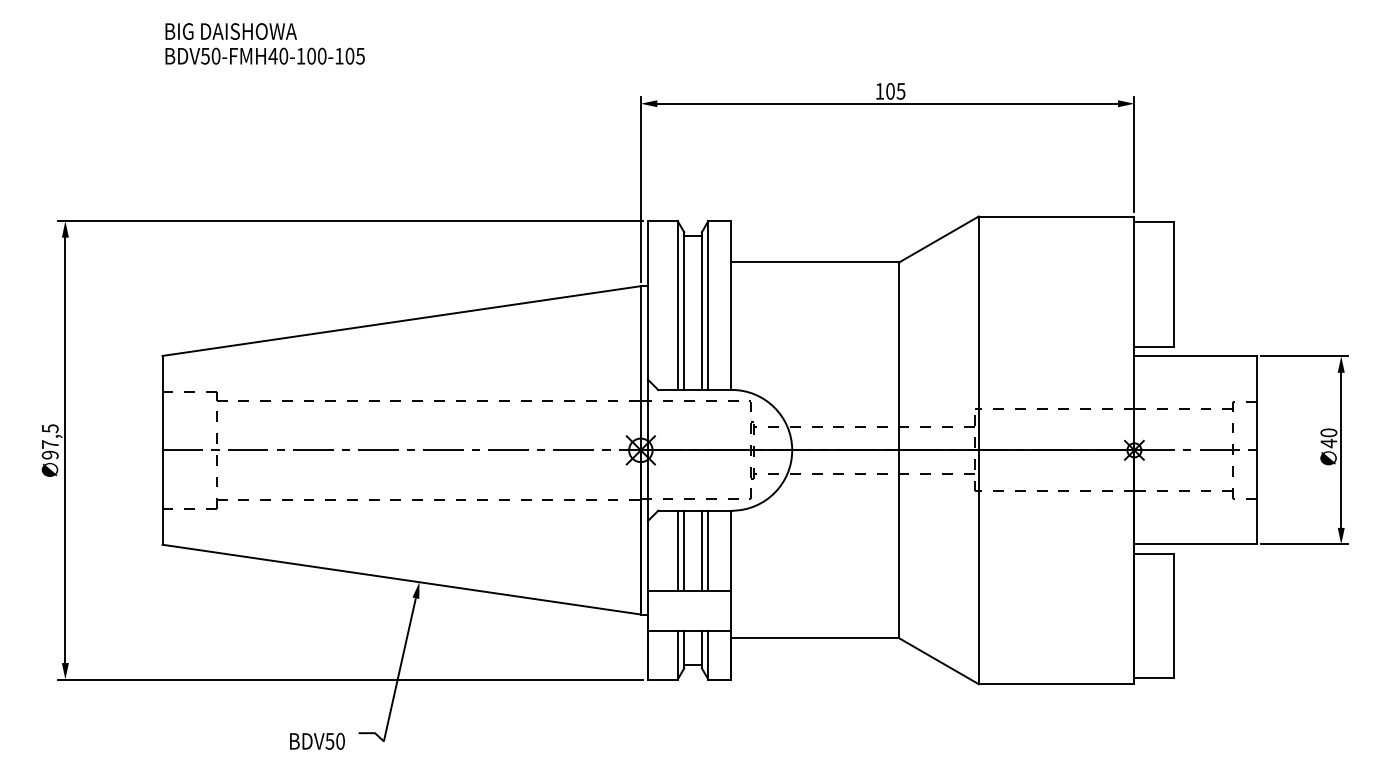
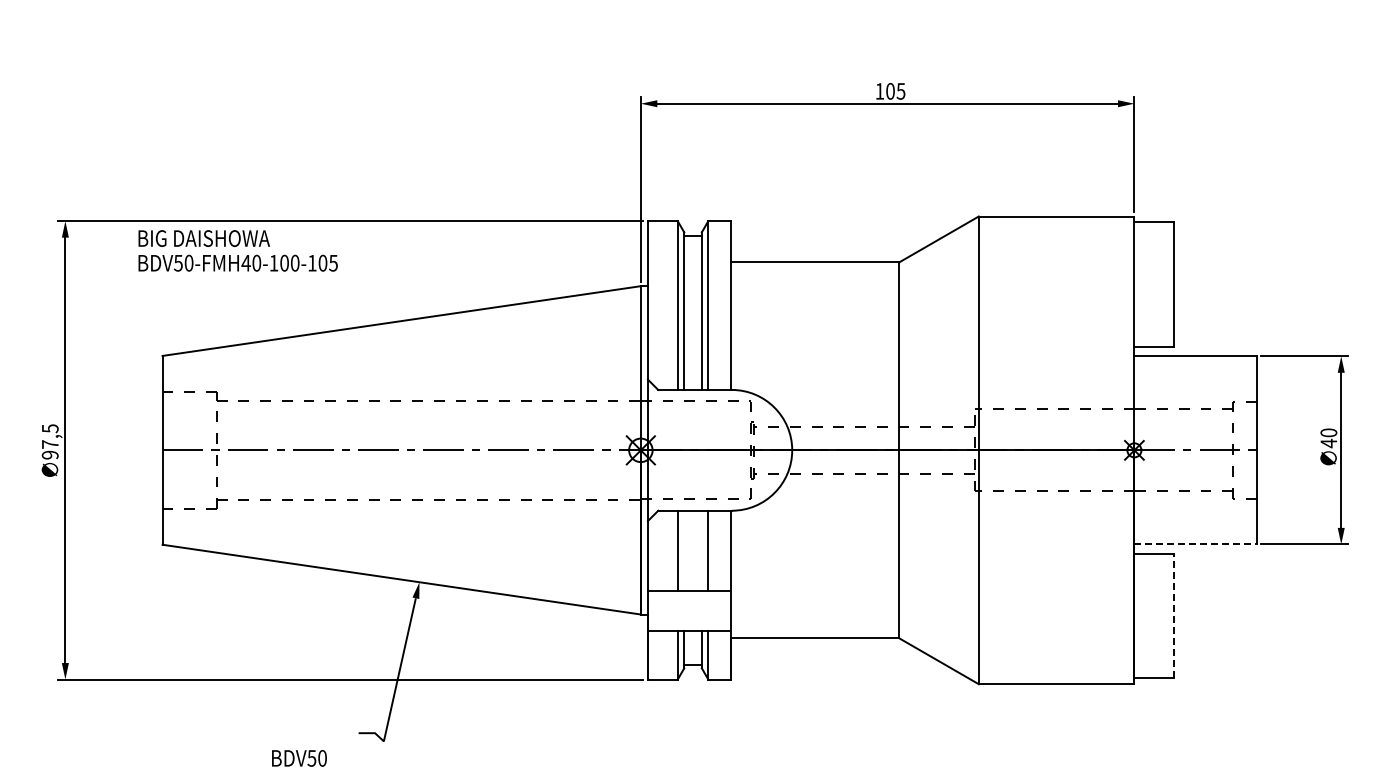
text at (264, 43) position: (264, 43) -> (237, 250)
line at (1196, 544): solid -> dashed
line at (684, 550): present -> none
line at (701, 550): present -> none
line at (1174, 615): solid -> dashed
text at (317, 741) position: (317, 741) -> (299, 758)
